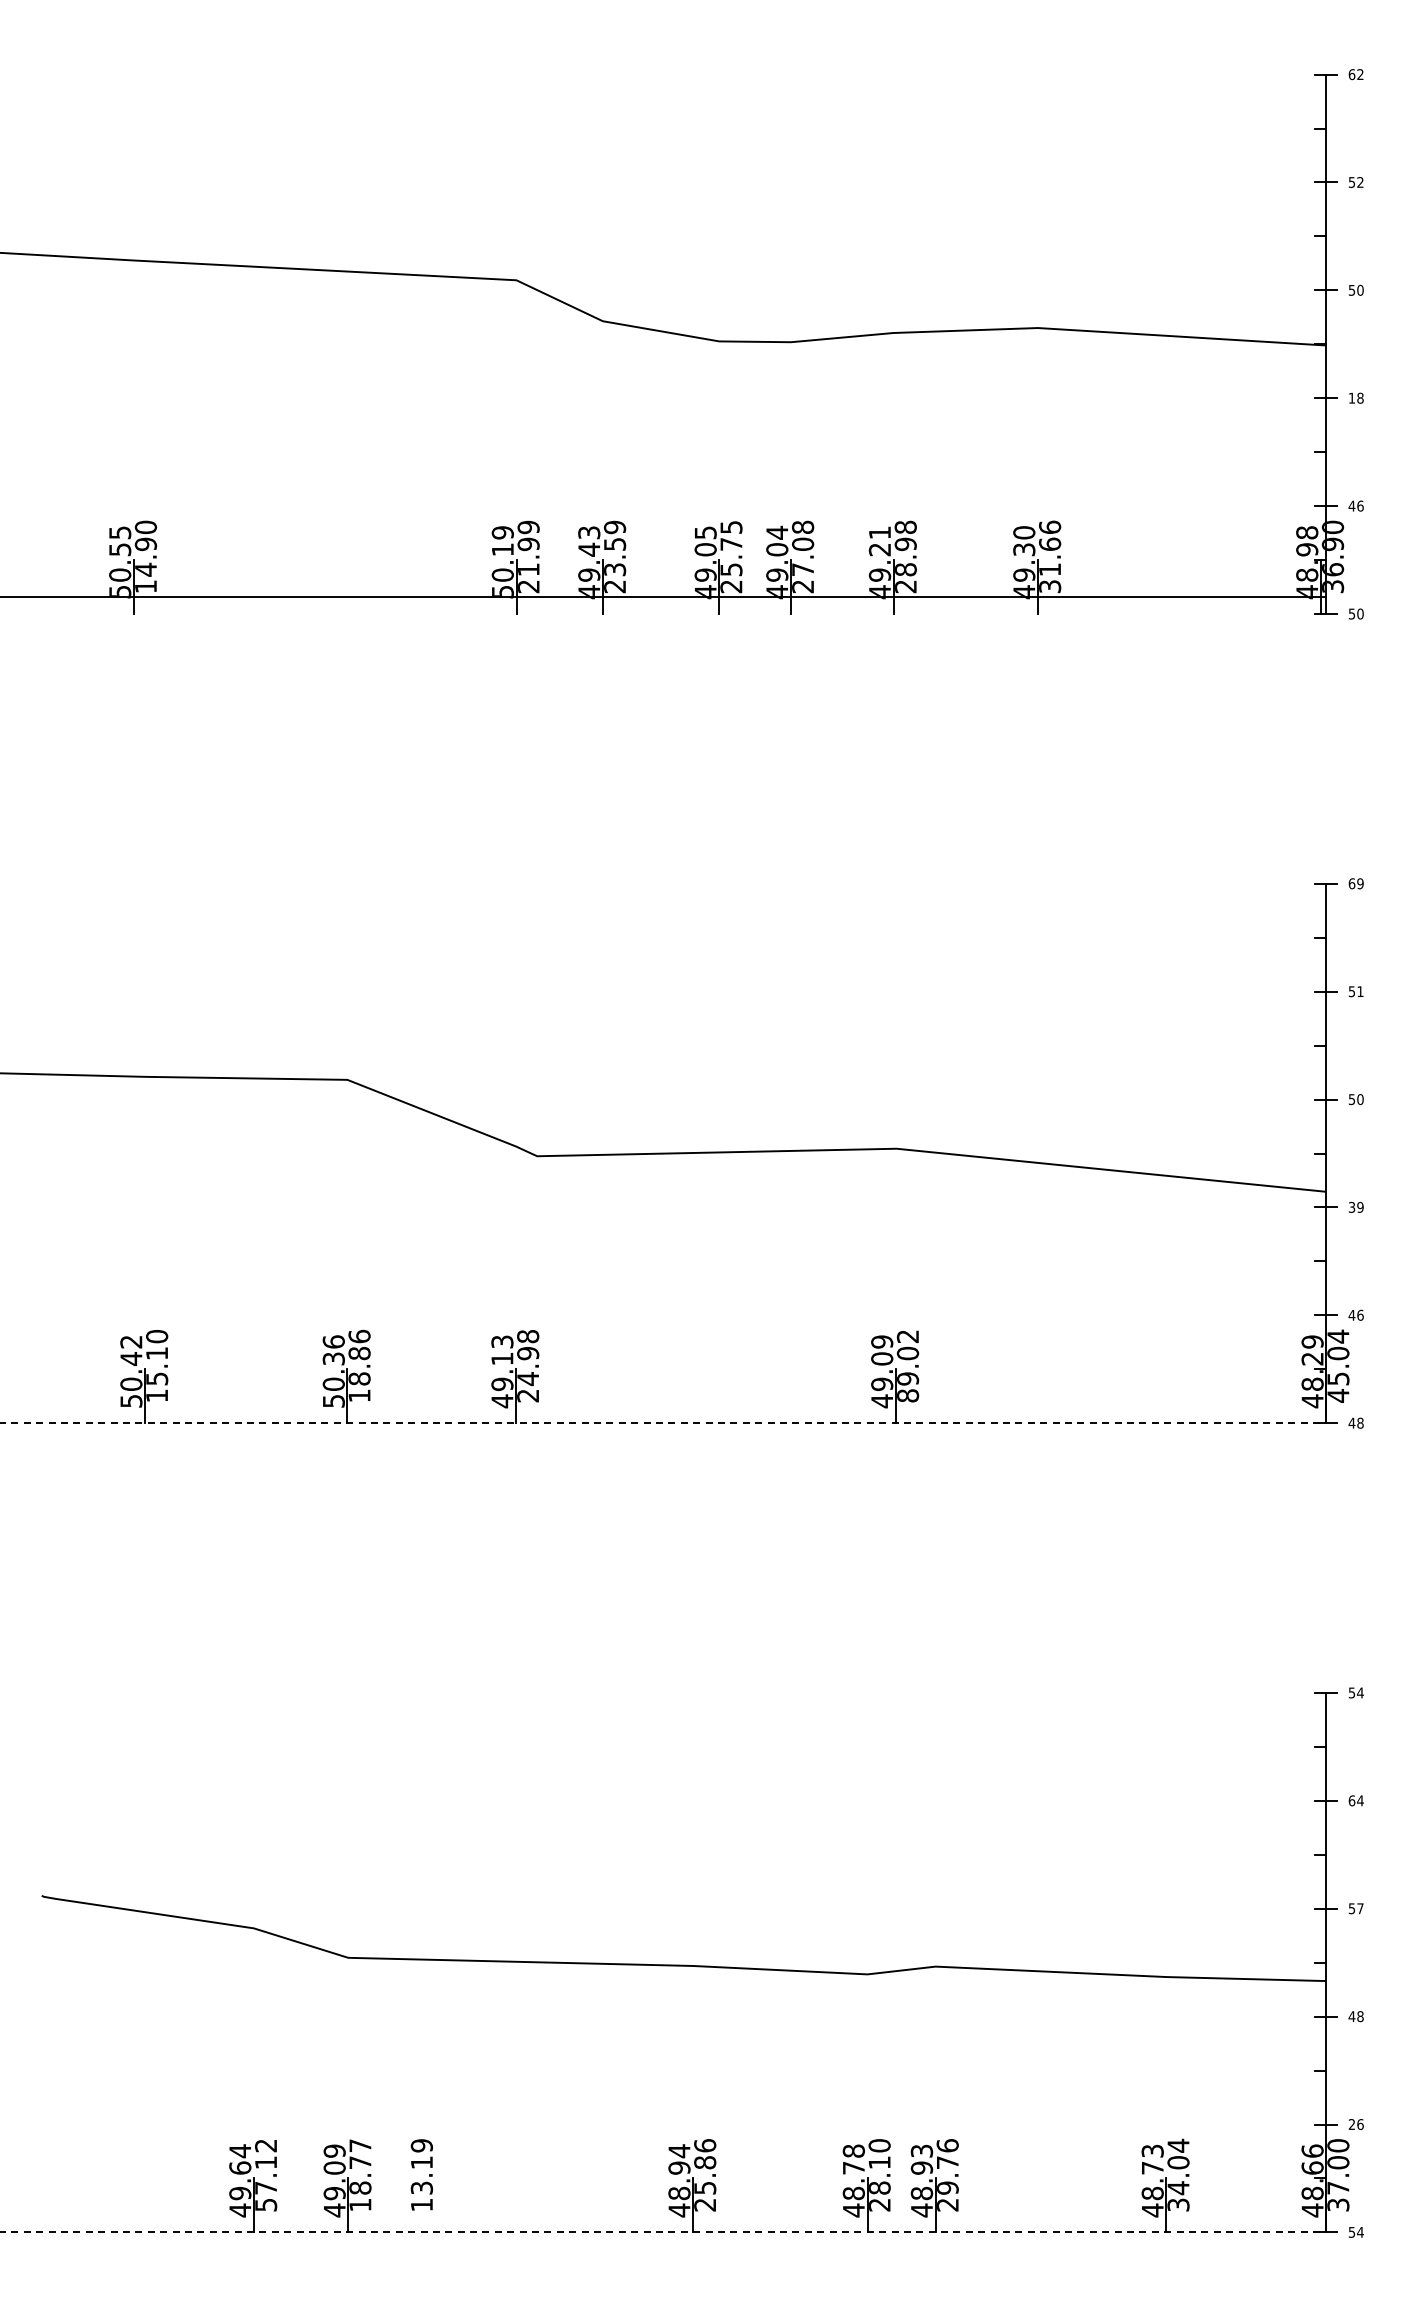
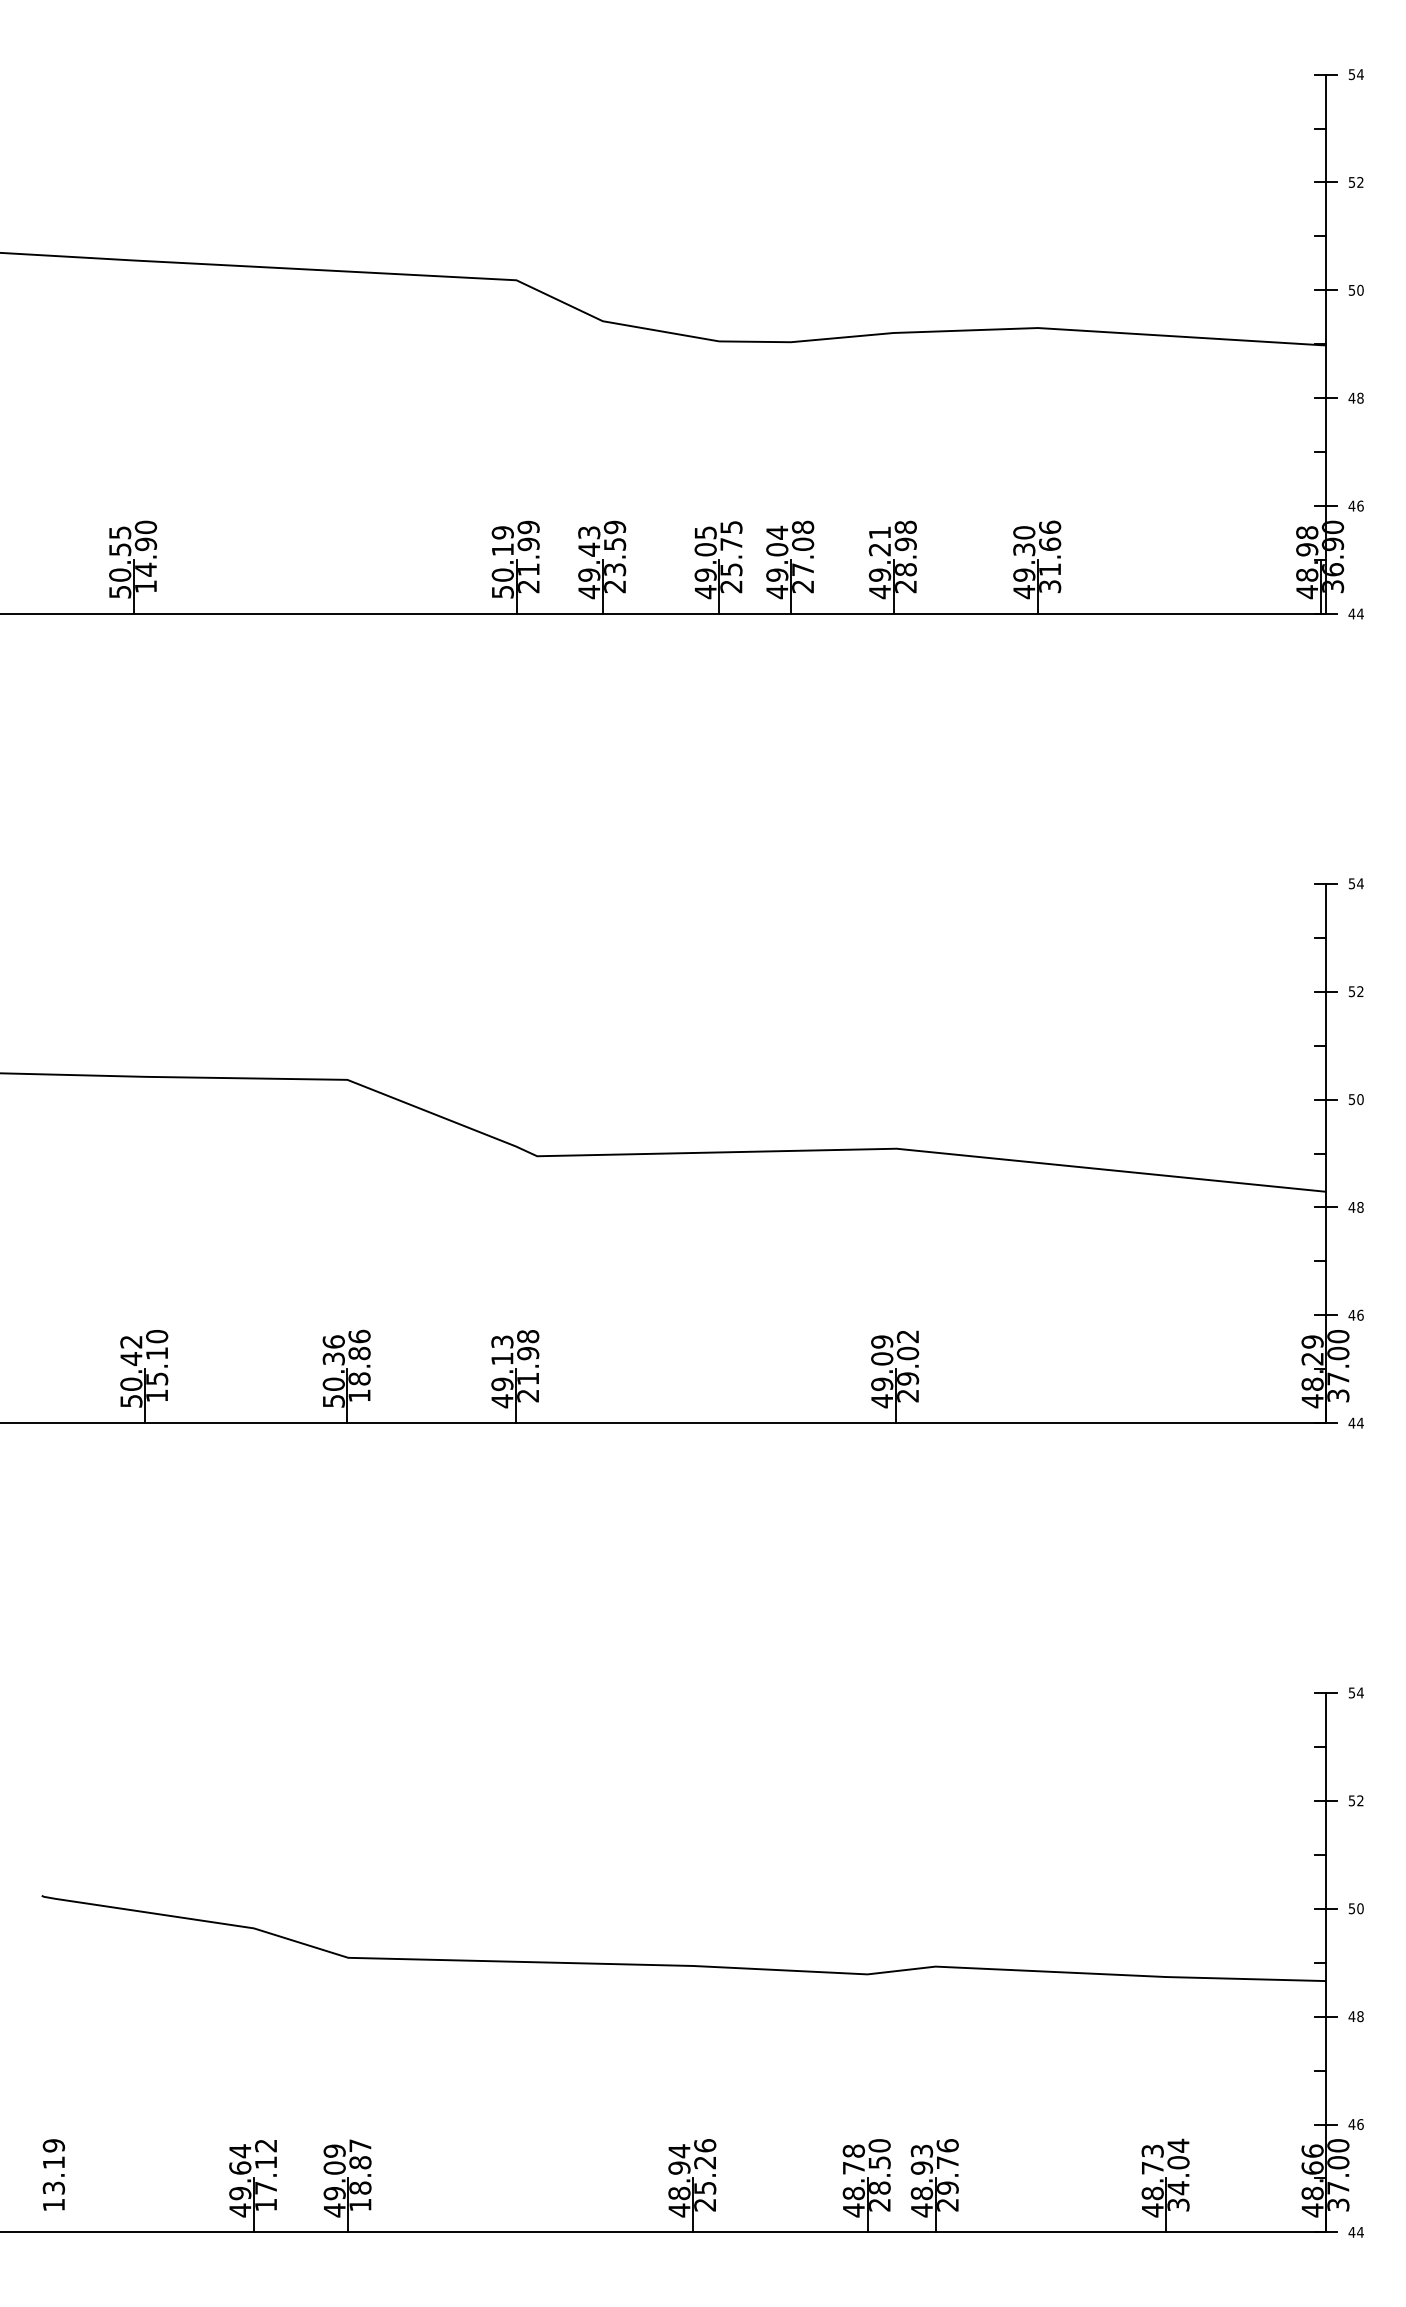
text at (1355, 74): 62 -> 54
text at (1351, 397): 18 -> 48
line at (664, 597) position: (664, 597) -> (664, 614)
text at (1355, 613): 50 -> 44
text at (1355, 883): 69 -> 54
text at (1360, 991): 51 -> 52
text at (1355, 1206): 39 -> 48
text at (1338, 1365): 45.04 -> 37.00
text at (527, 1379): 24.98 -> 21.98
text at (908, 1395): 89.02 -> 29.02
text at (1360, 1422): 48 -> 44
line at (663, 1423): dashed -> solid
text at (1355, 1800): 64 -> 52
text at (1360, 1908): 57 -> 50
text at (1351, 2124): 26 -> 46
text at (360, 2162): 18.77 -> 18.87
text at (705, 2162): 25.86 -> 25.26
text at (879, 2162): 28.10 -> 28.50
text at (421, 2174) position: (421, 2174) -> (53, 2174)
text at (266, 2205): 57.12 -> 17.12
line at (663, 2232): dashed -> solid
text at (1351, 2232): 54 -> 44
